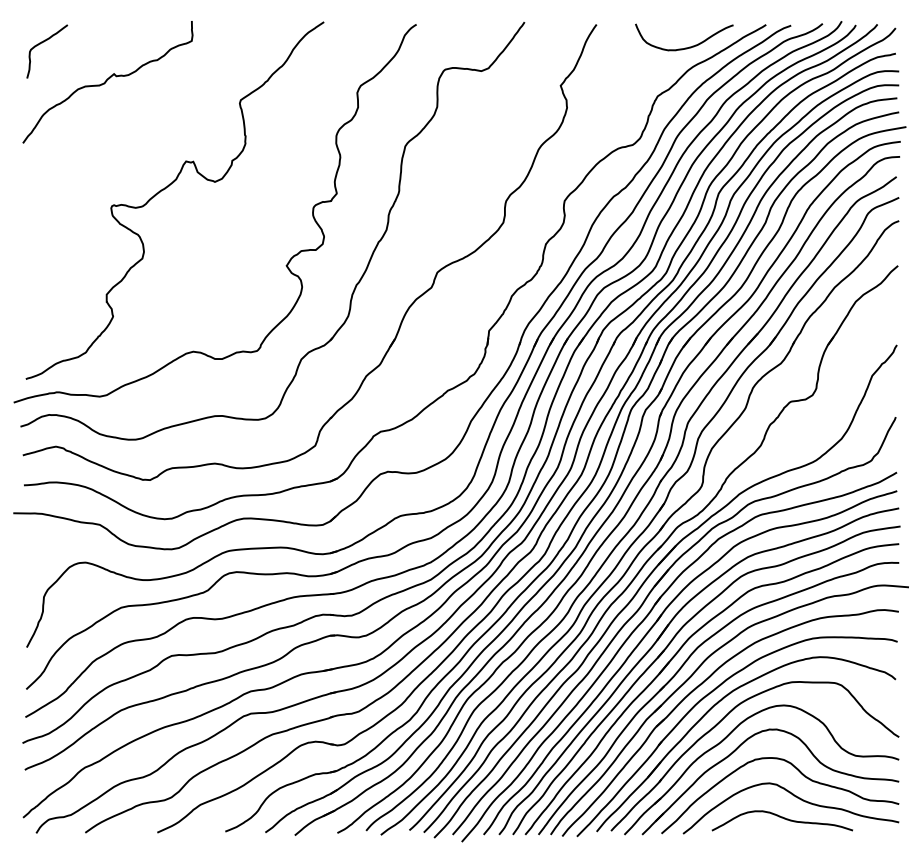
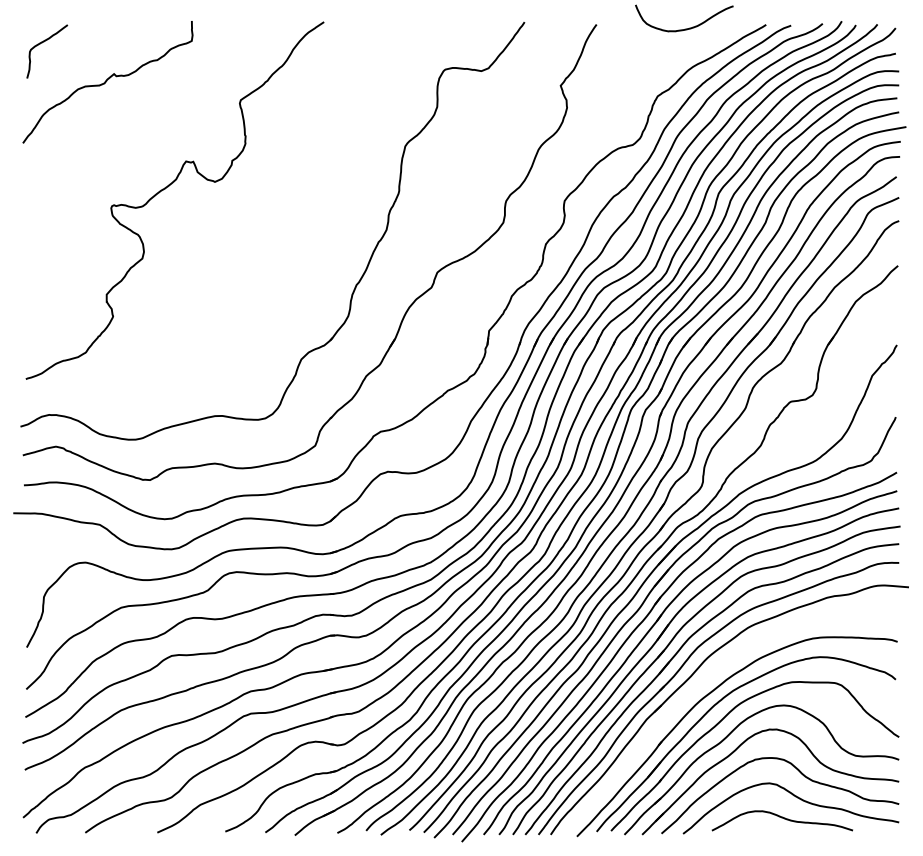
curve at (685, 47) position: (685, 47) -> (685, 28)
part at (287, 262): present -> none
part at (701, 685): present -> none
